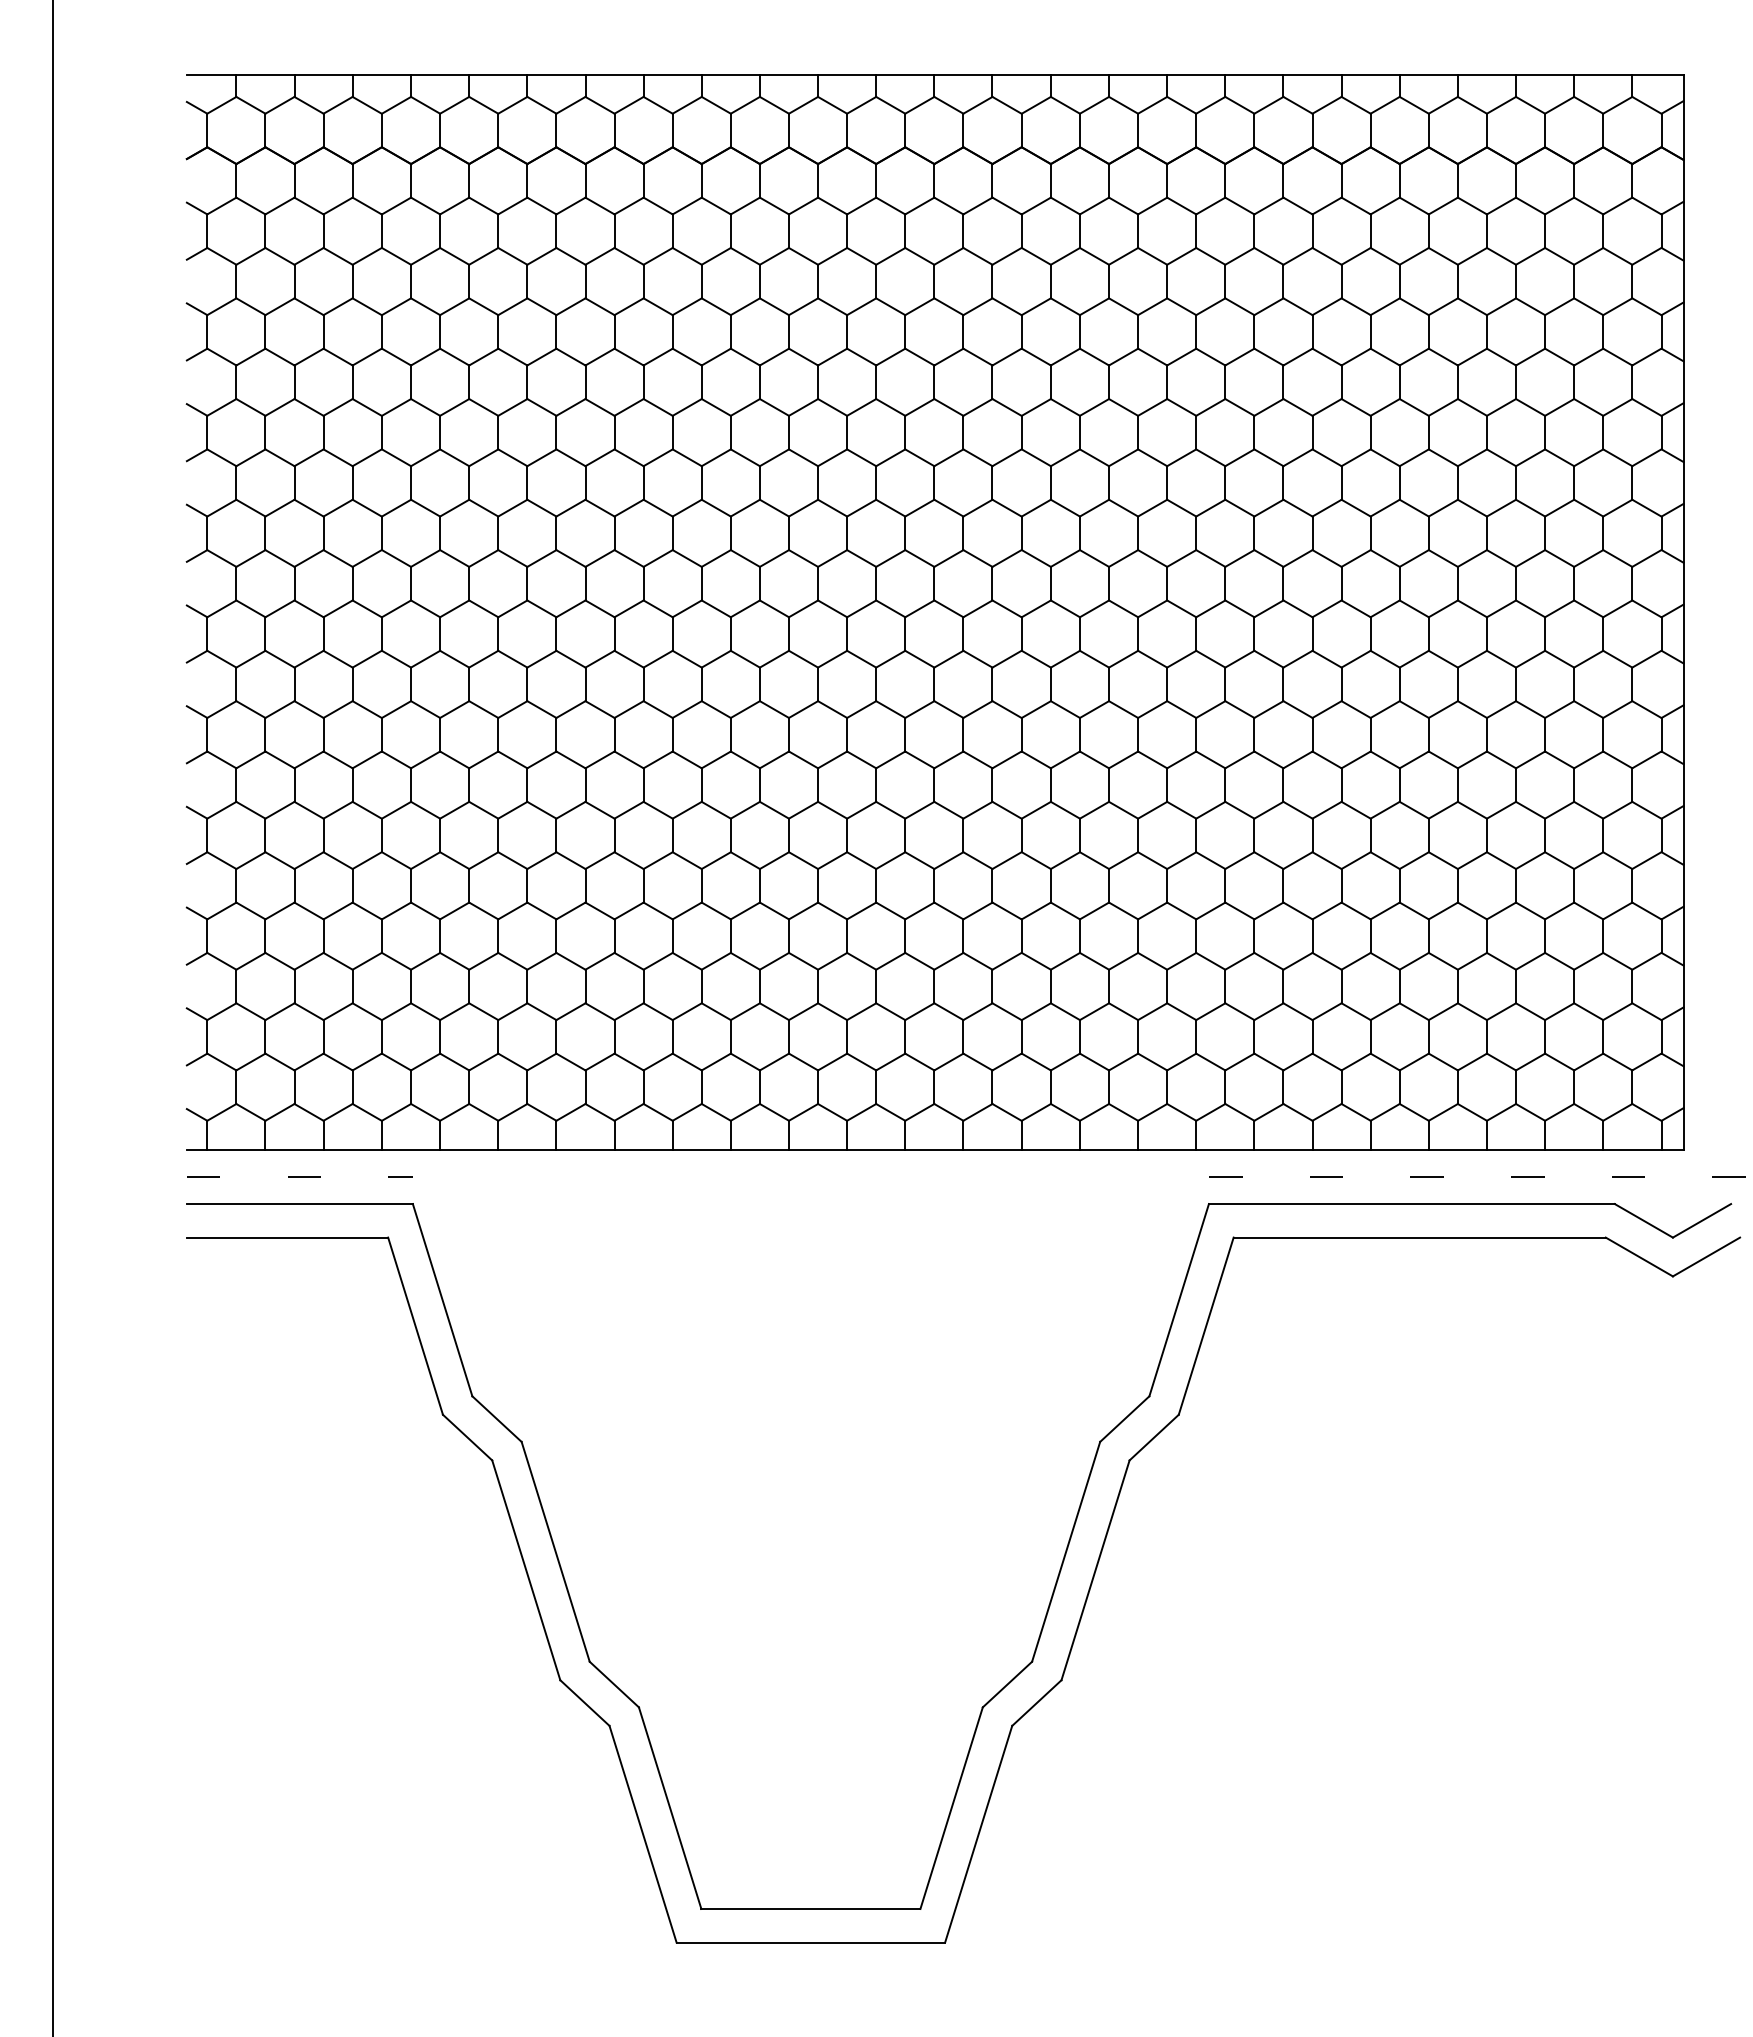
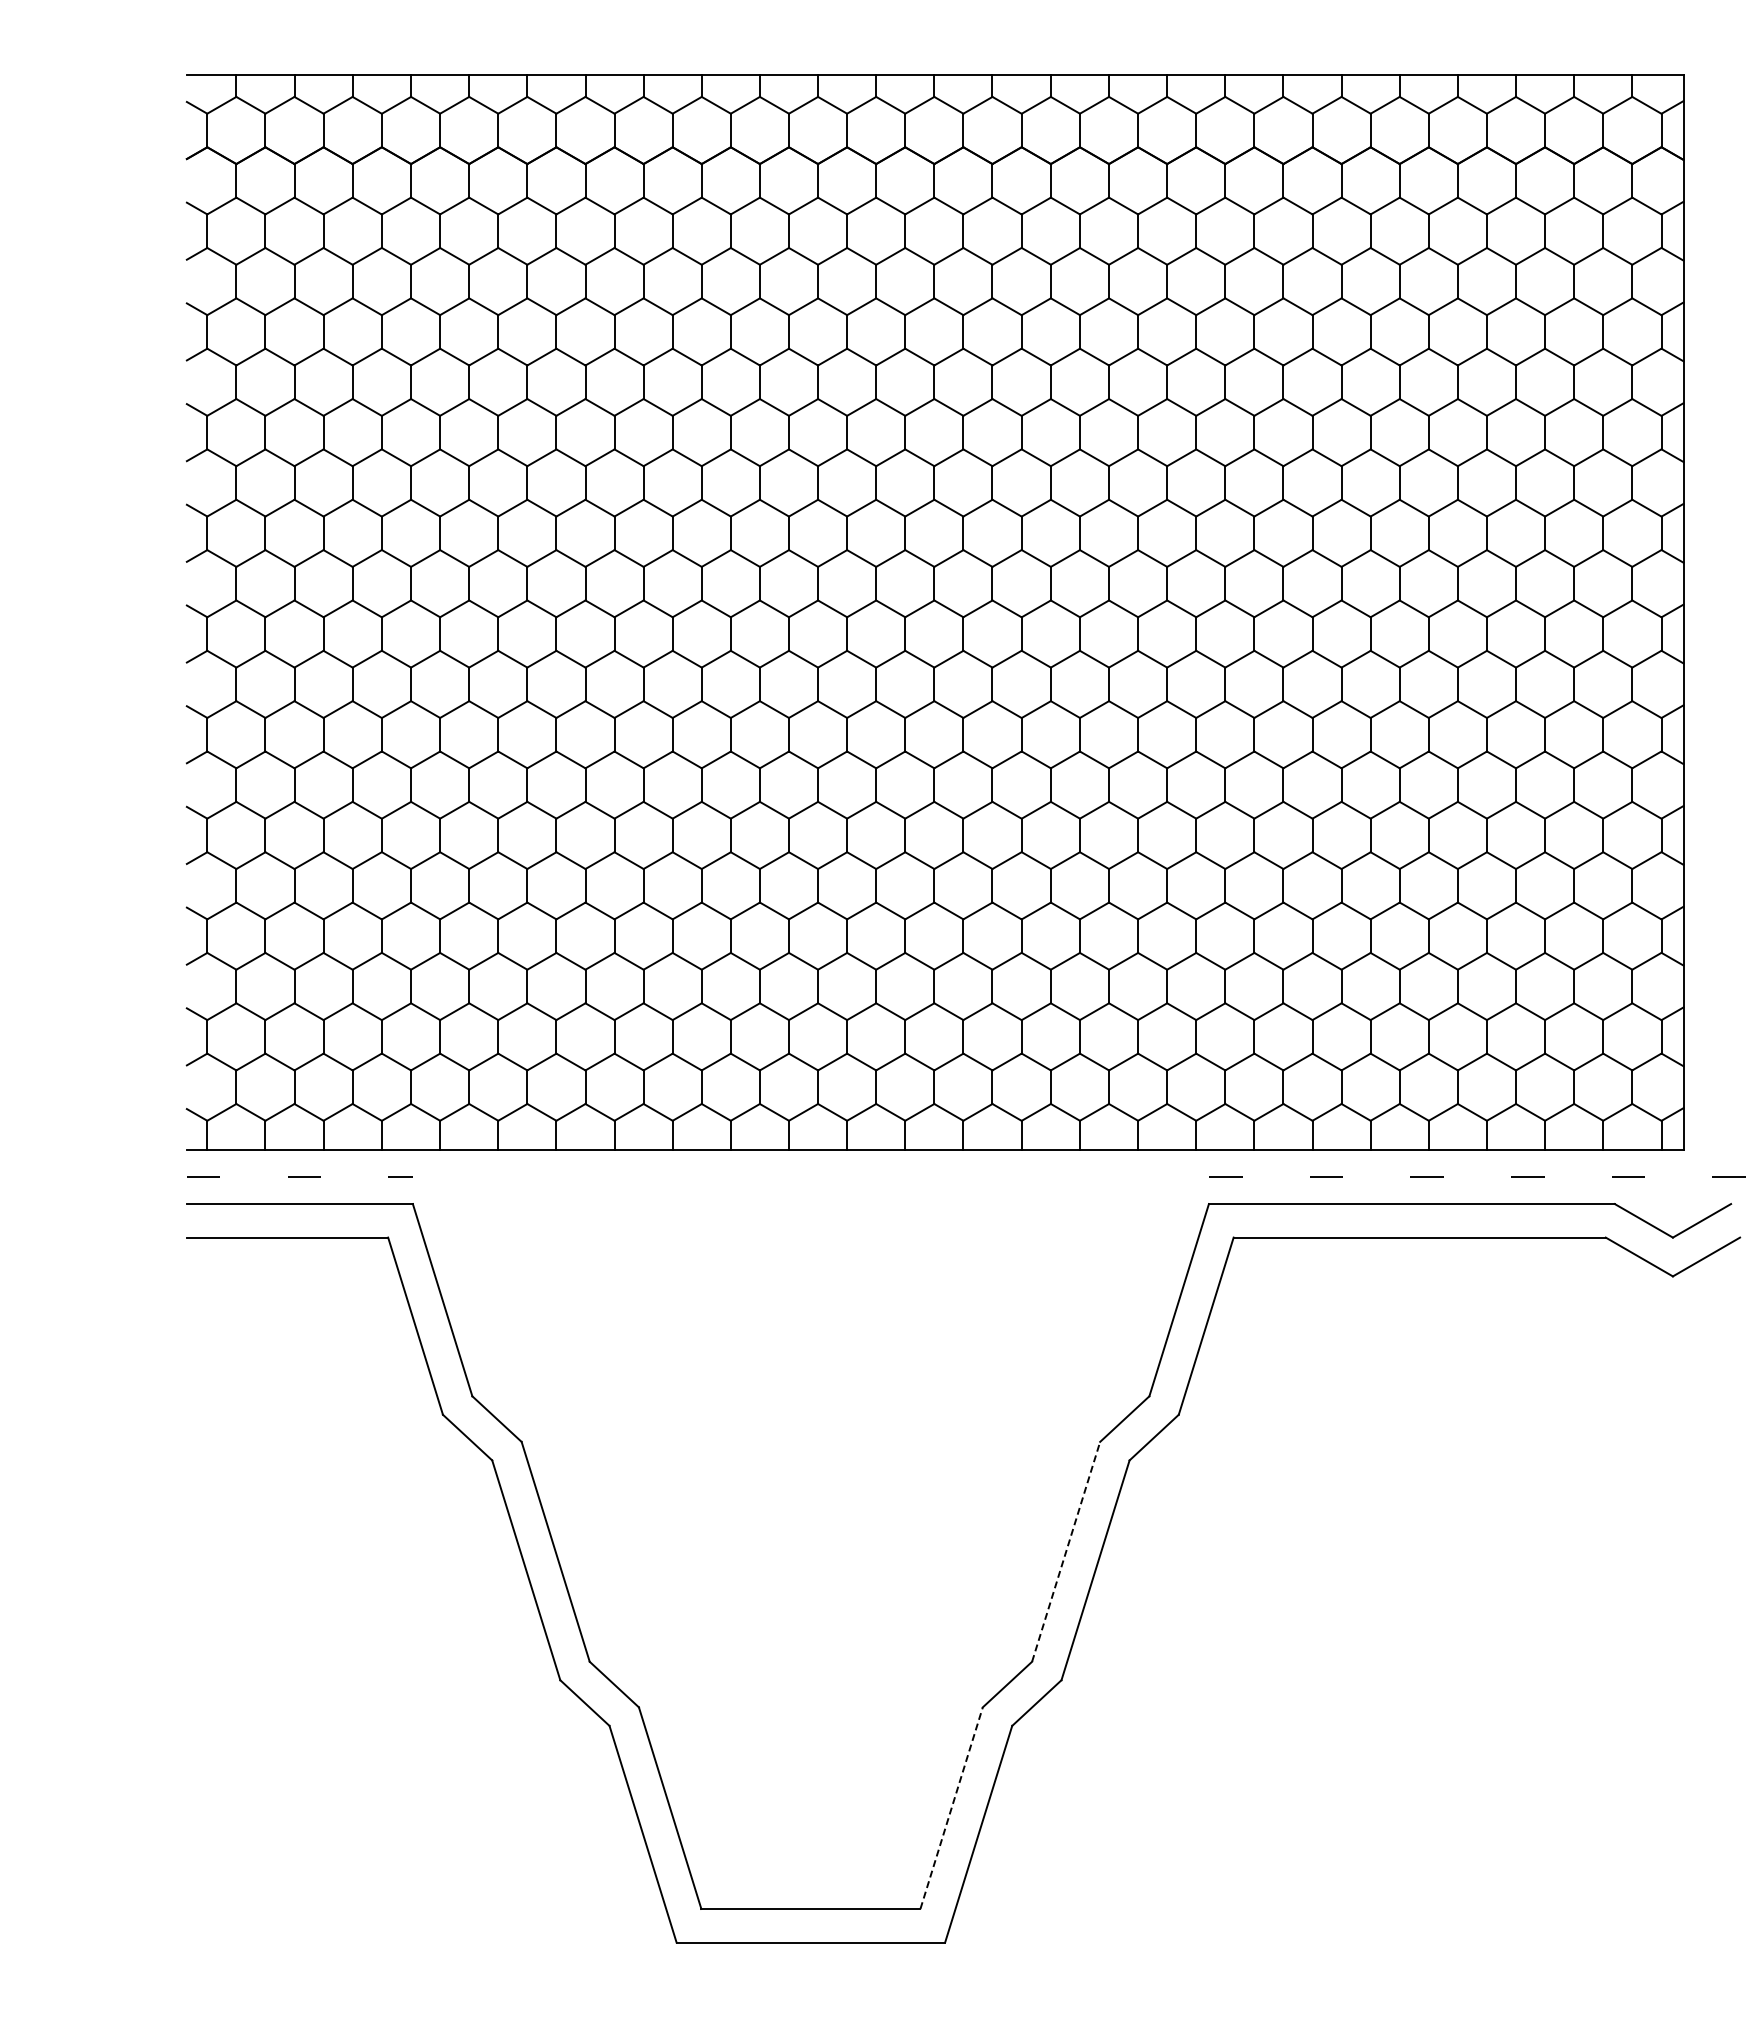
line at (52, 1017): present -> none
line at (1066, 1551): solid -> dashed
line at (951, 1808): solid -> dashed
